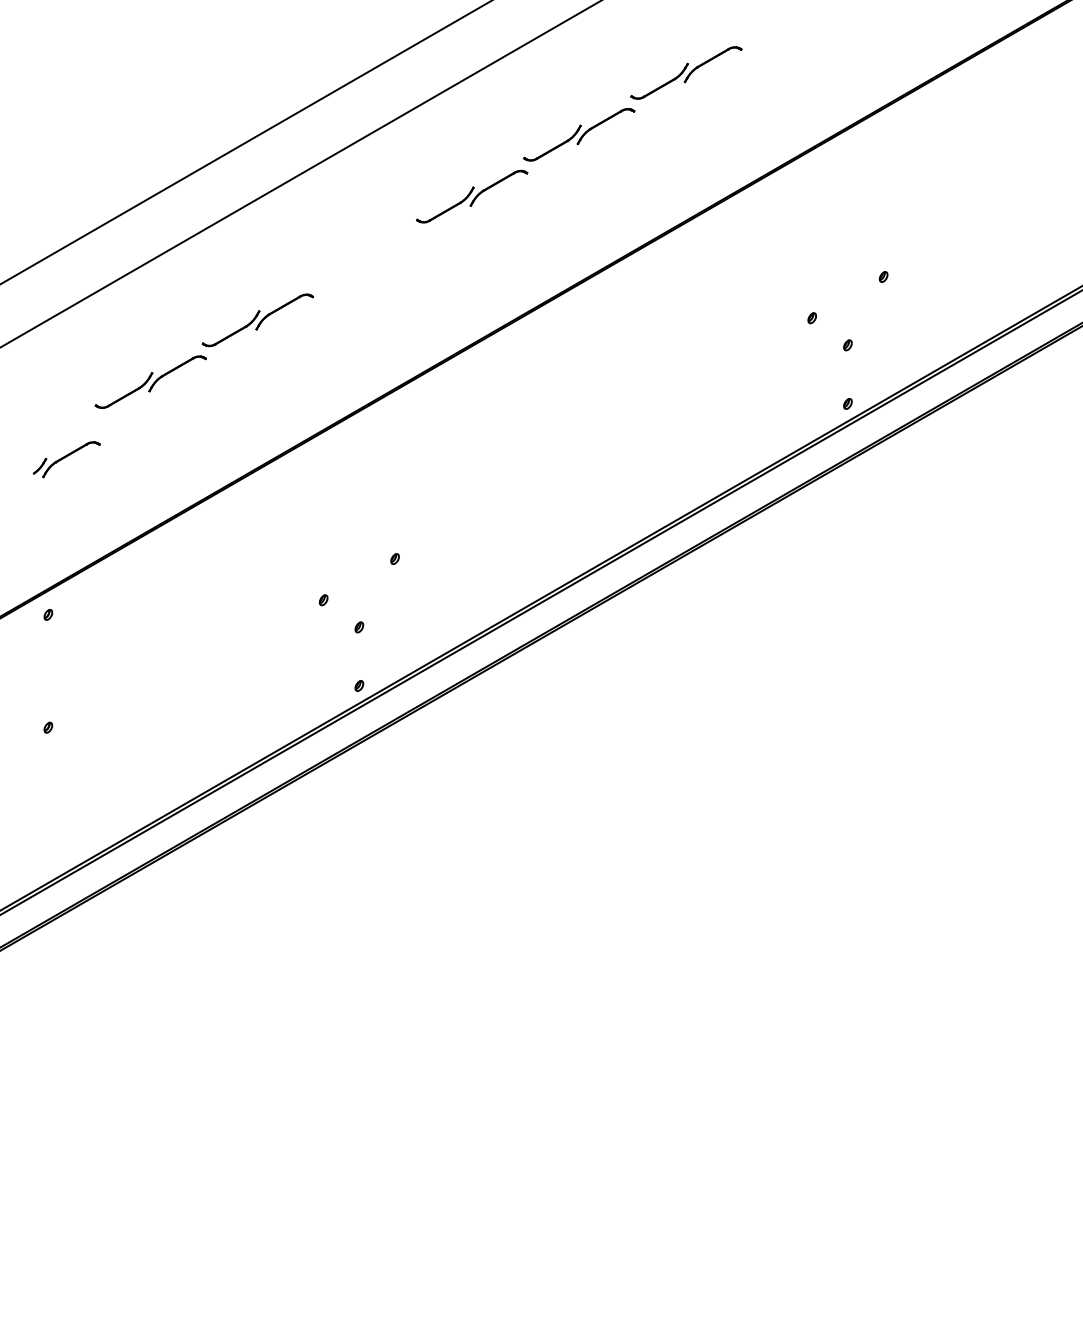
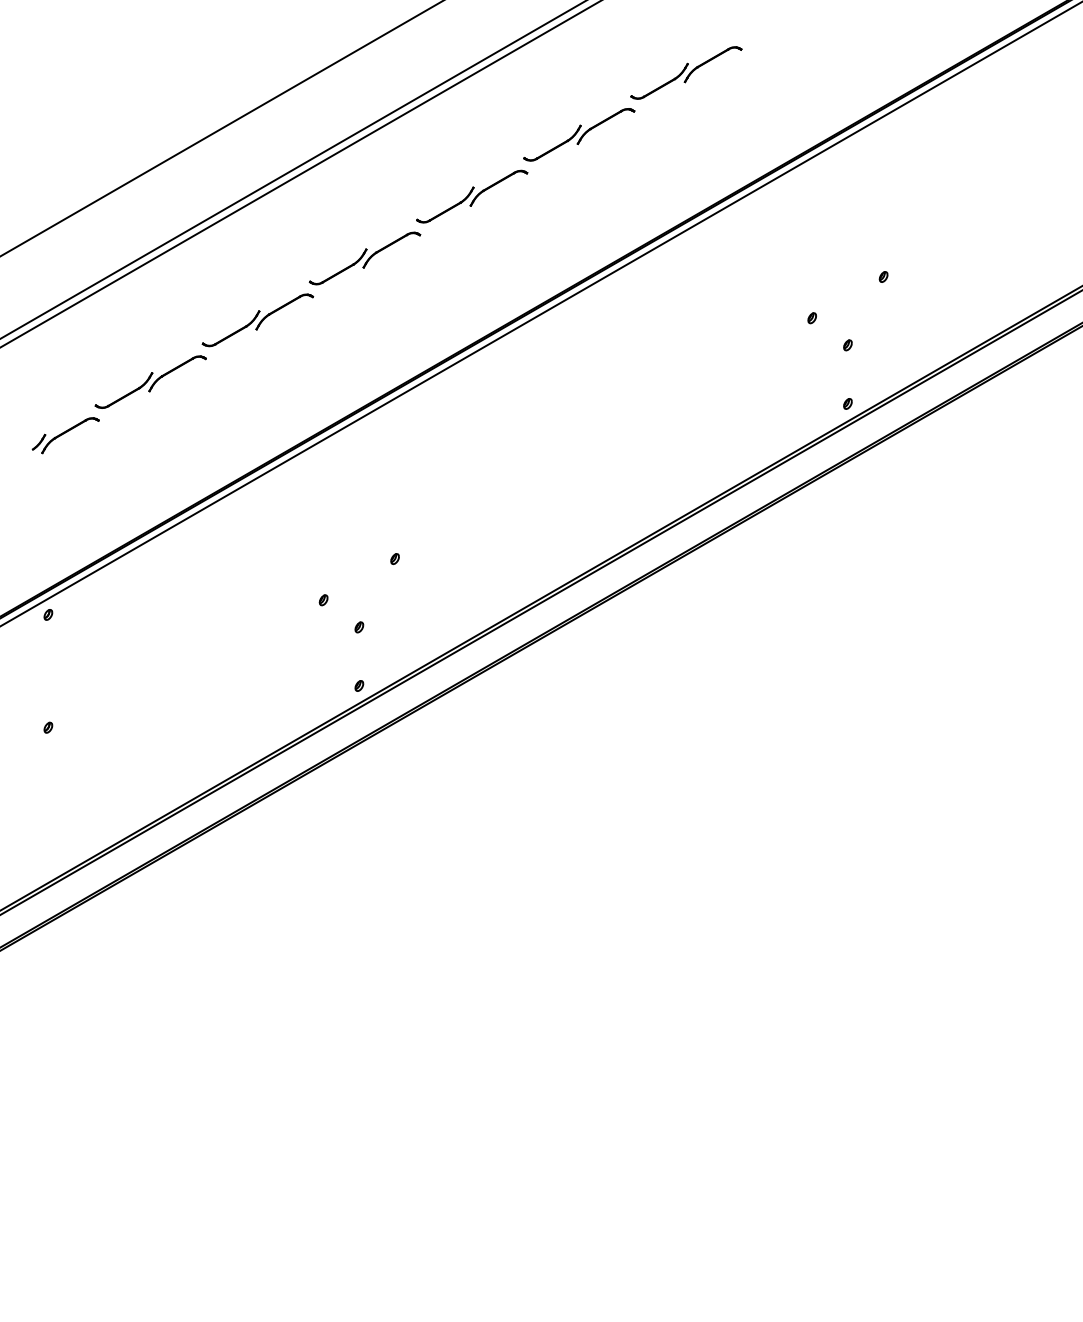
line at (245, 142) position: (245, 142) -> (221, 128)
line at (292, 169): none -> present
part at (364, 258): none -> present
line at (540, 314): none -> present
part at (66, 459) position: (66, 459) -> (65, 435)
